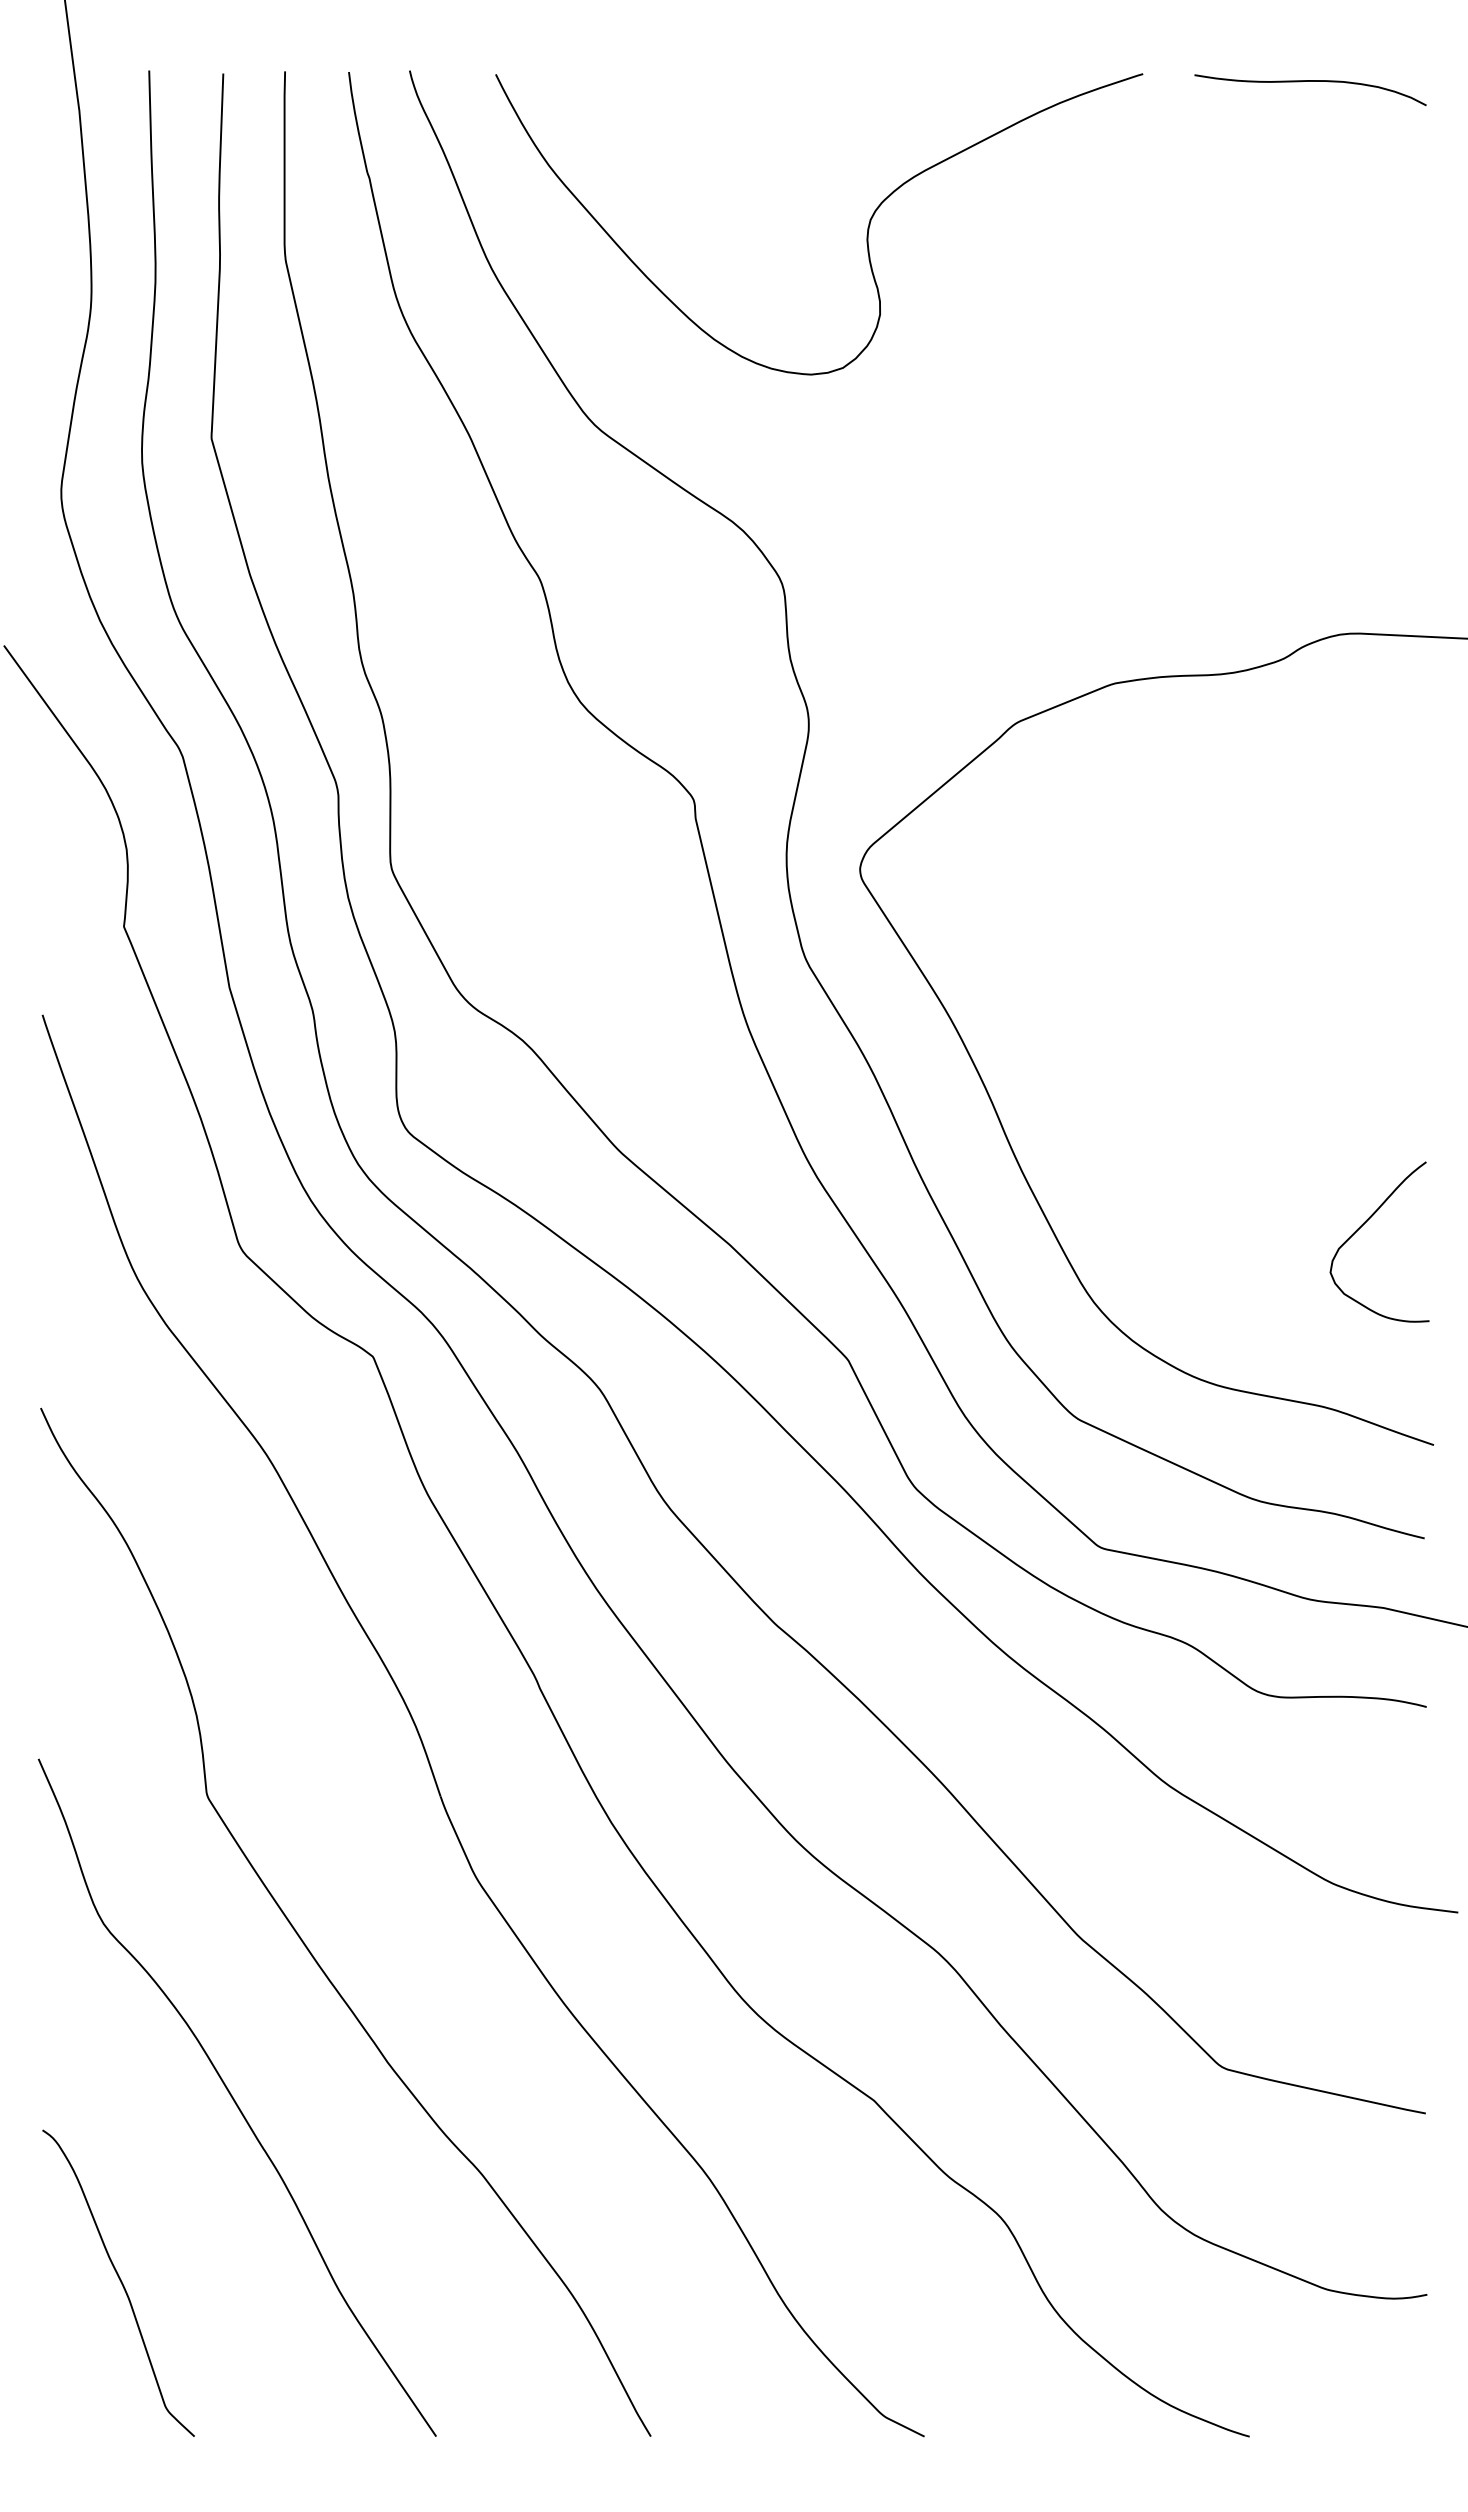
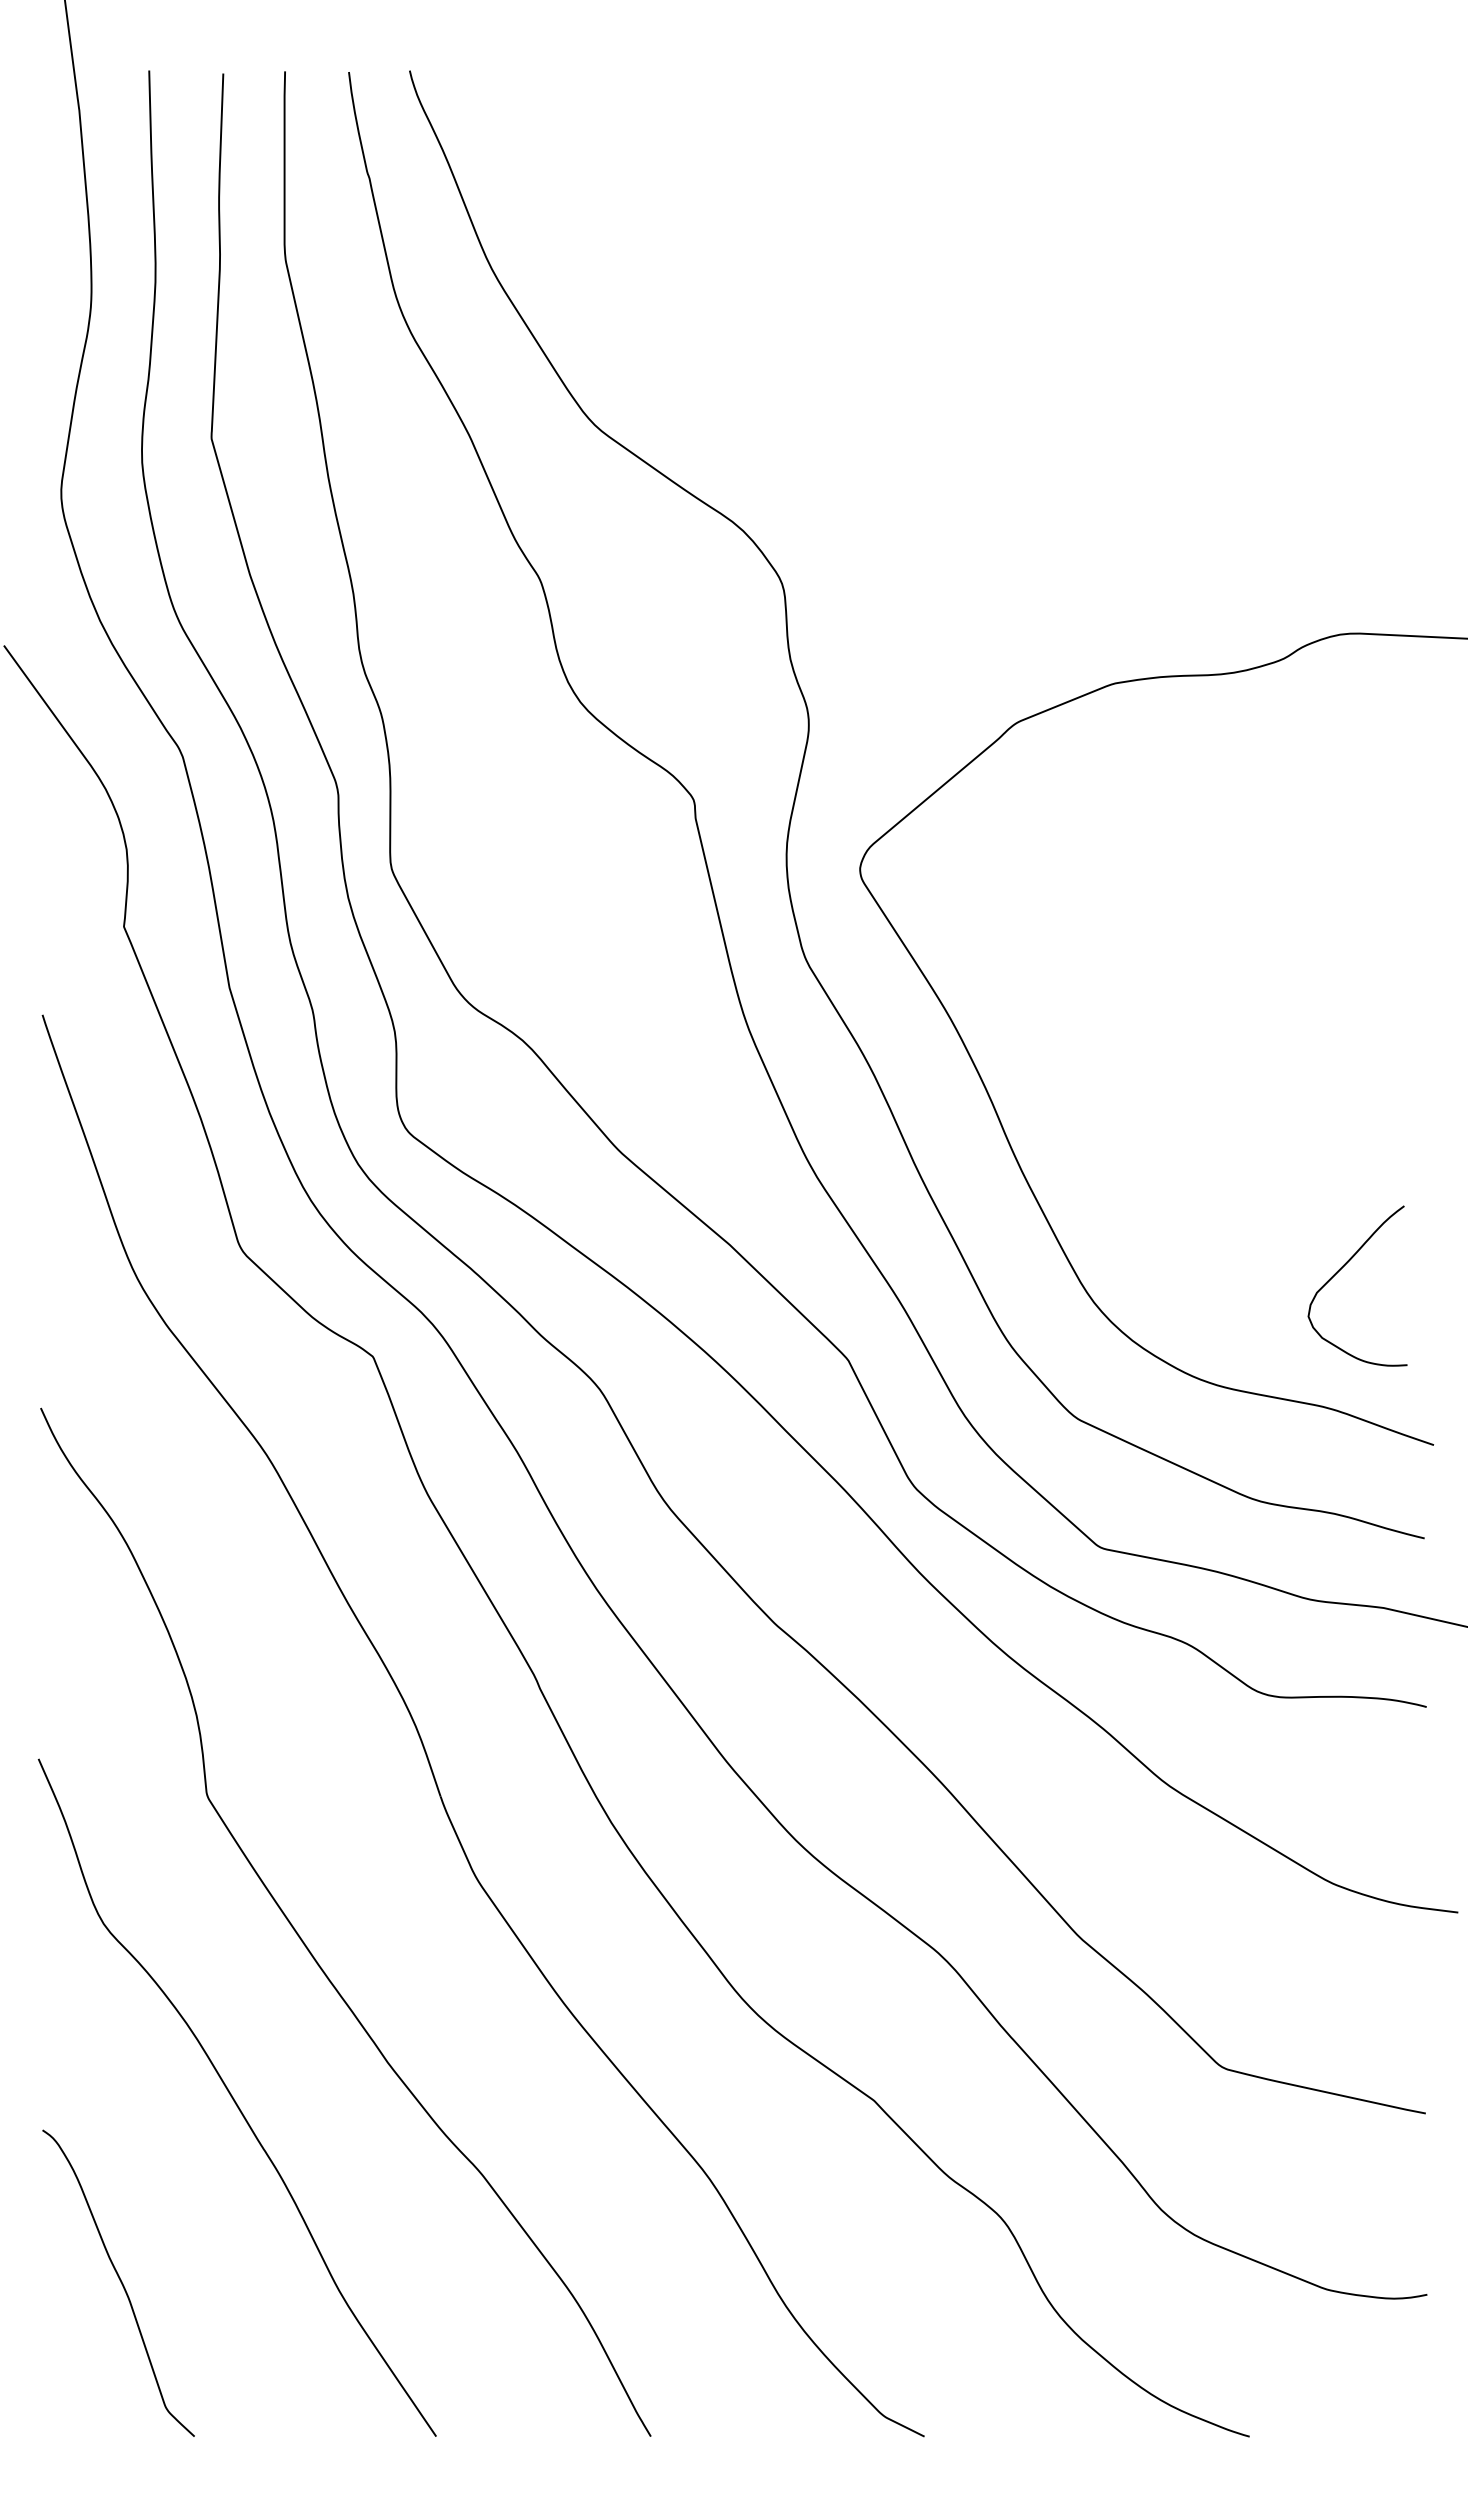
curve at (1310, 81): present -> none
curve at (867, 227): present -> none
curve at (1363, 1225) position: (1363, 1225) -> (1341, 1269)
